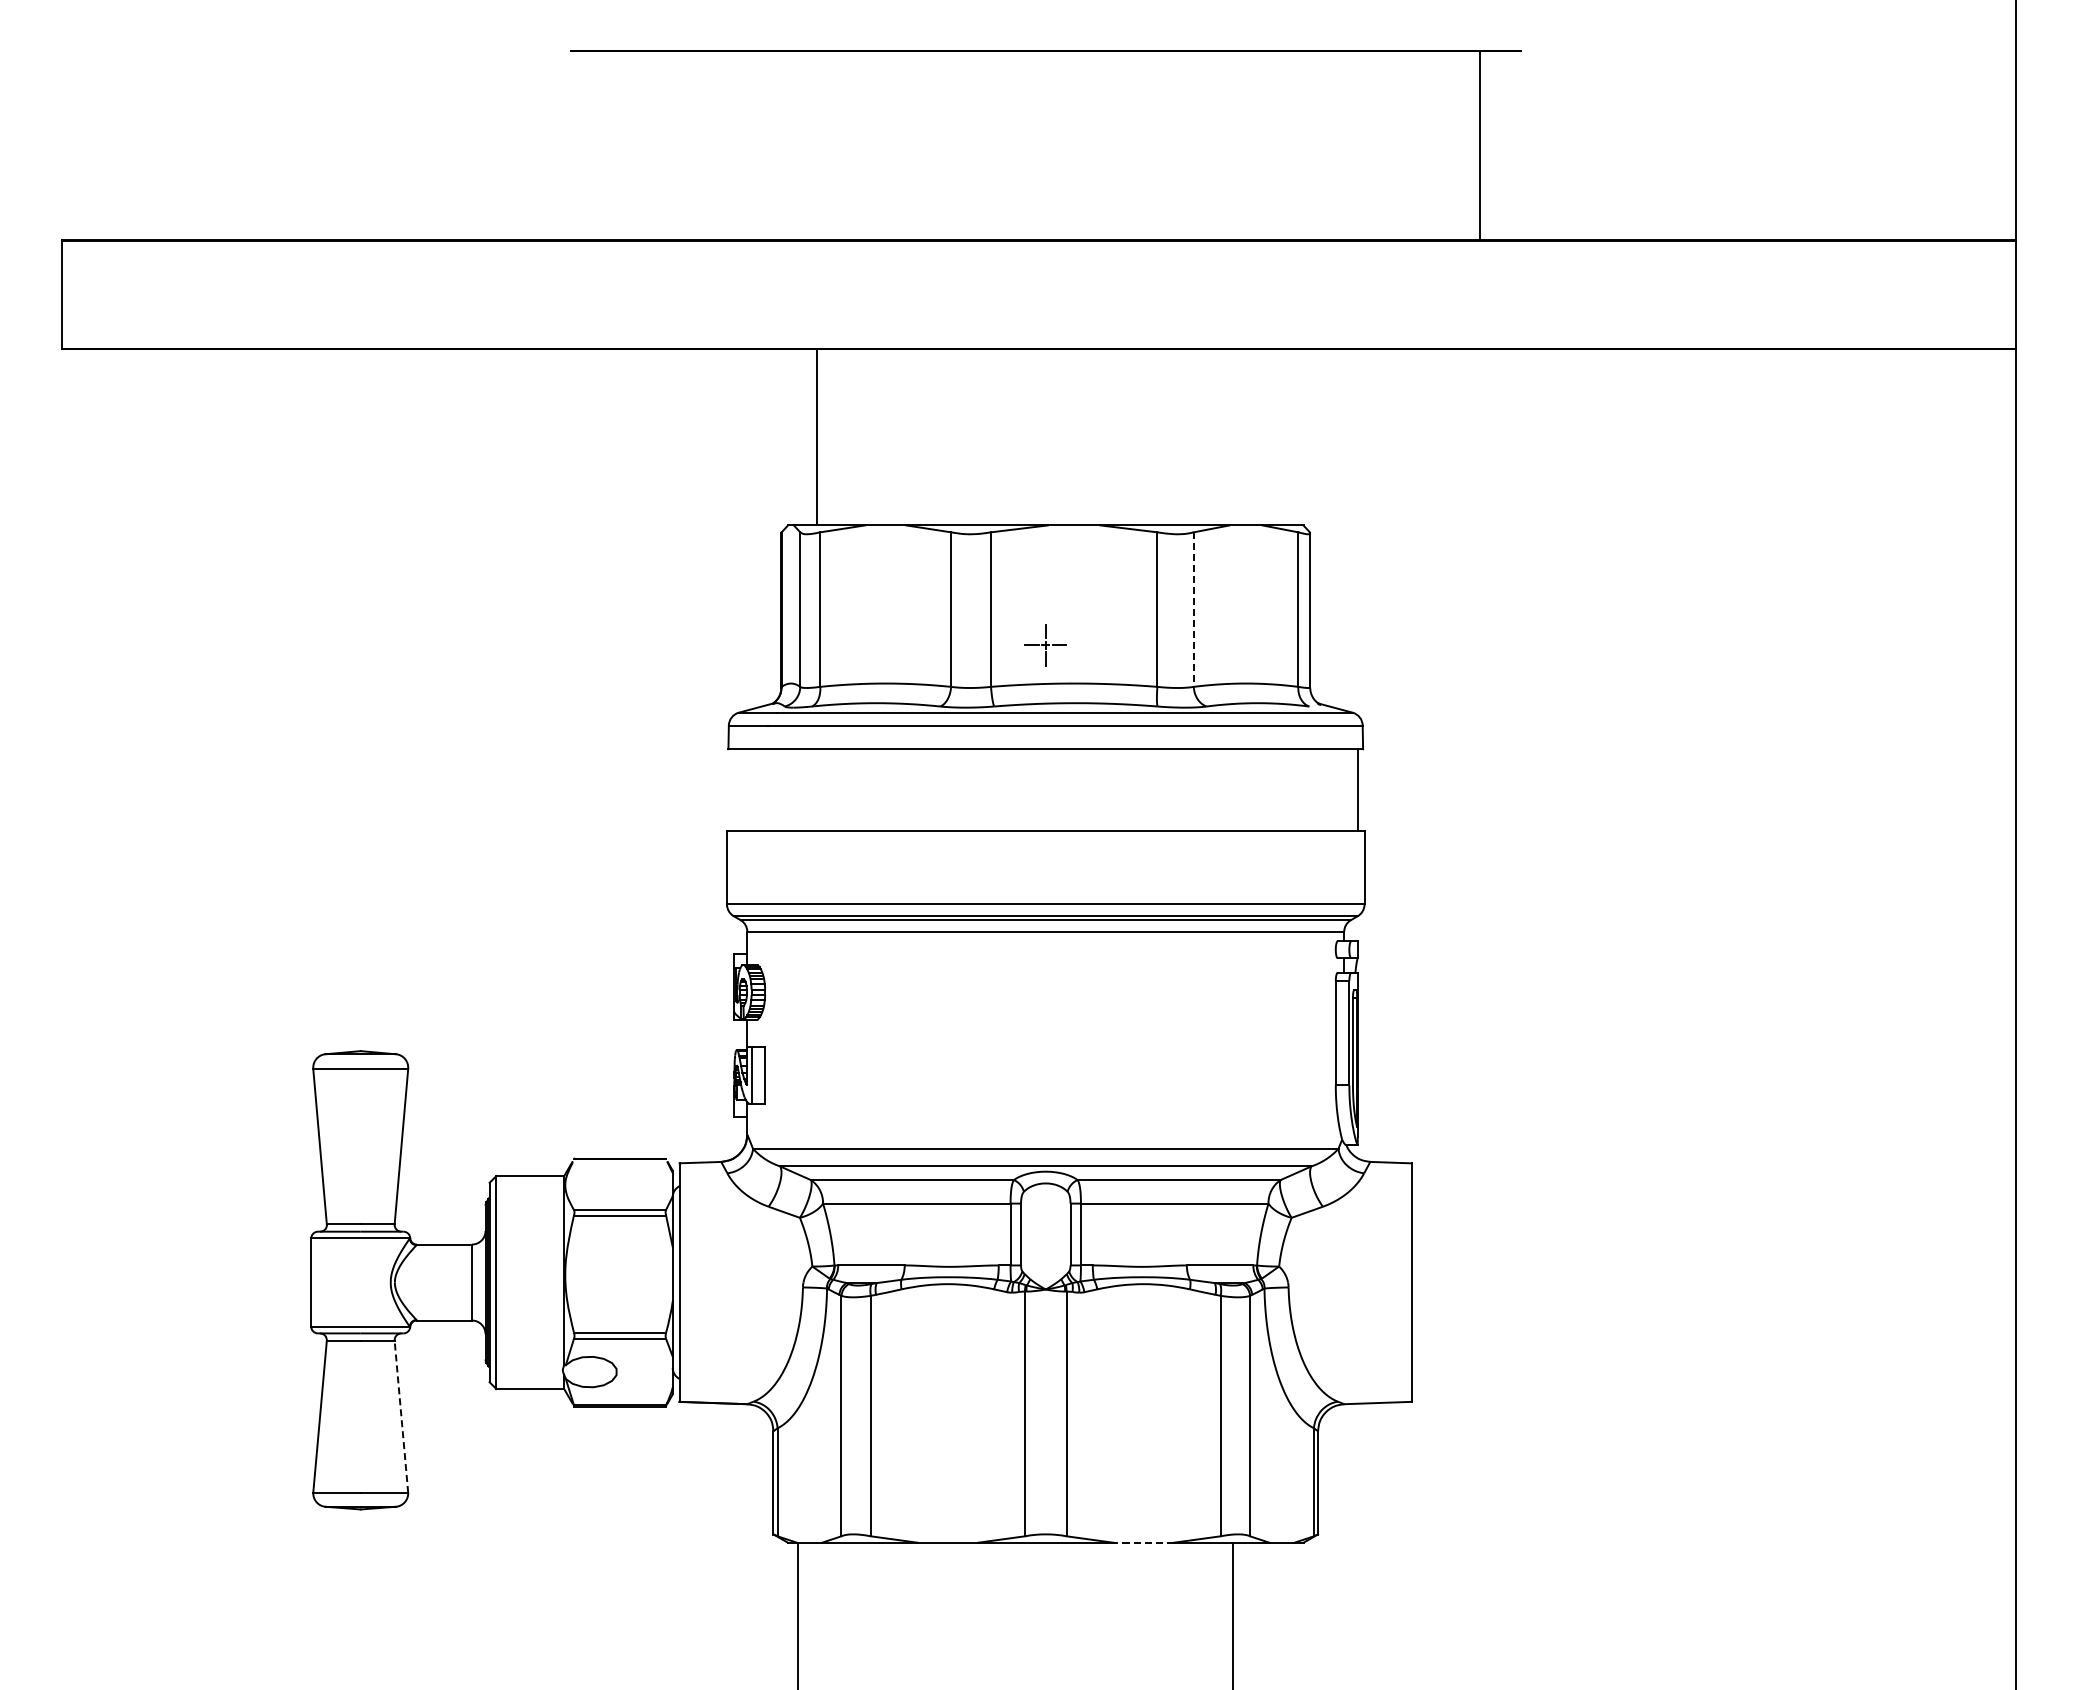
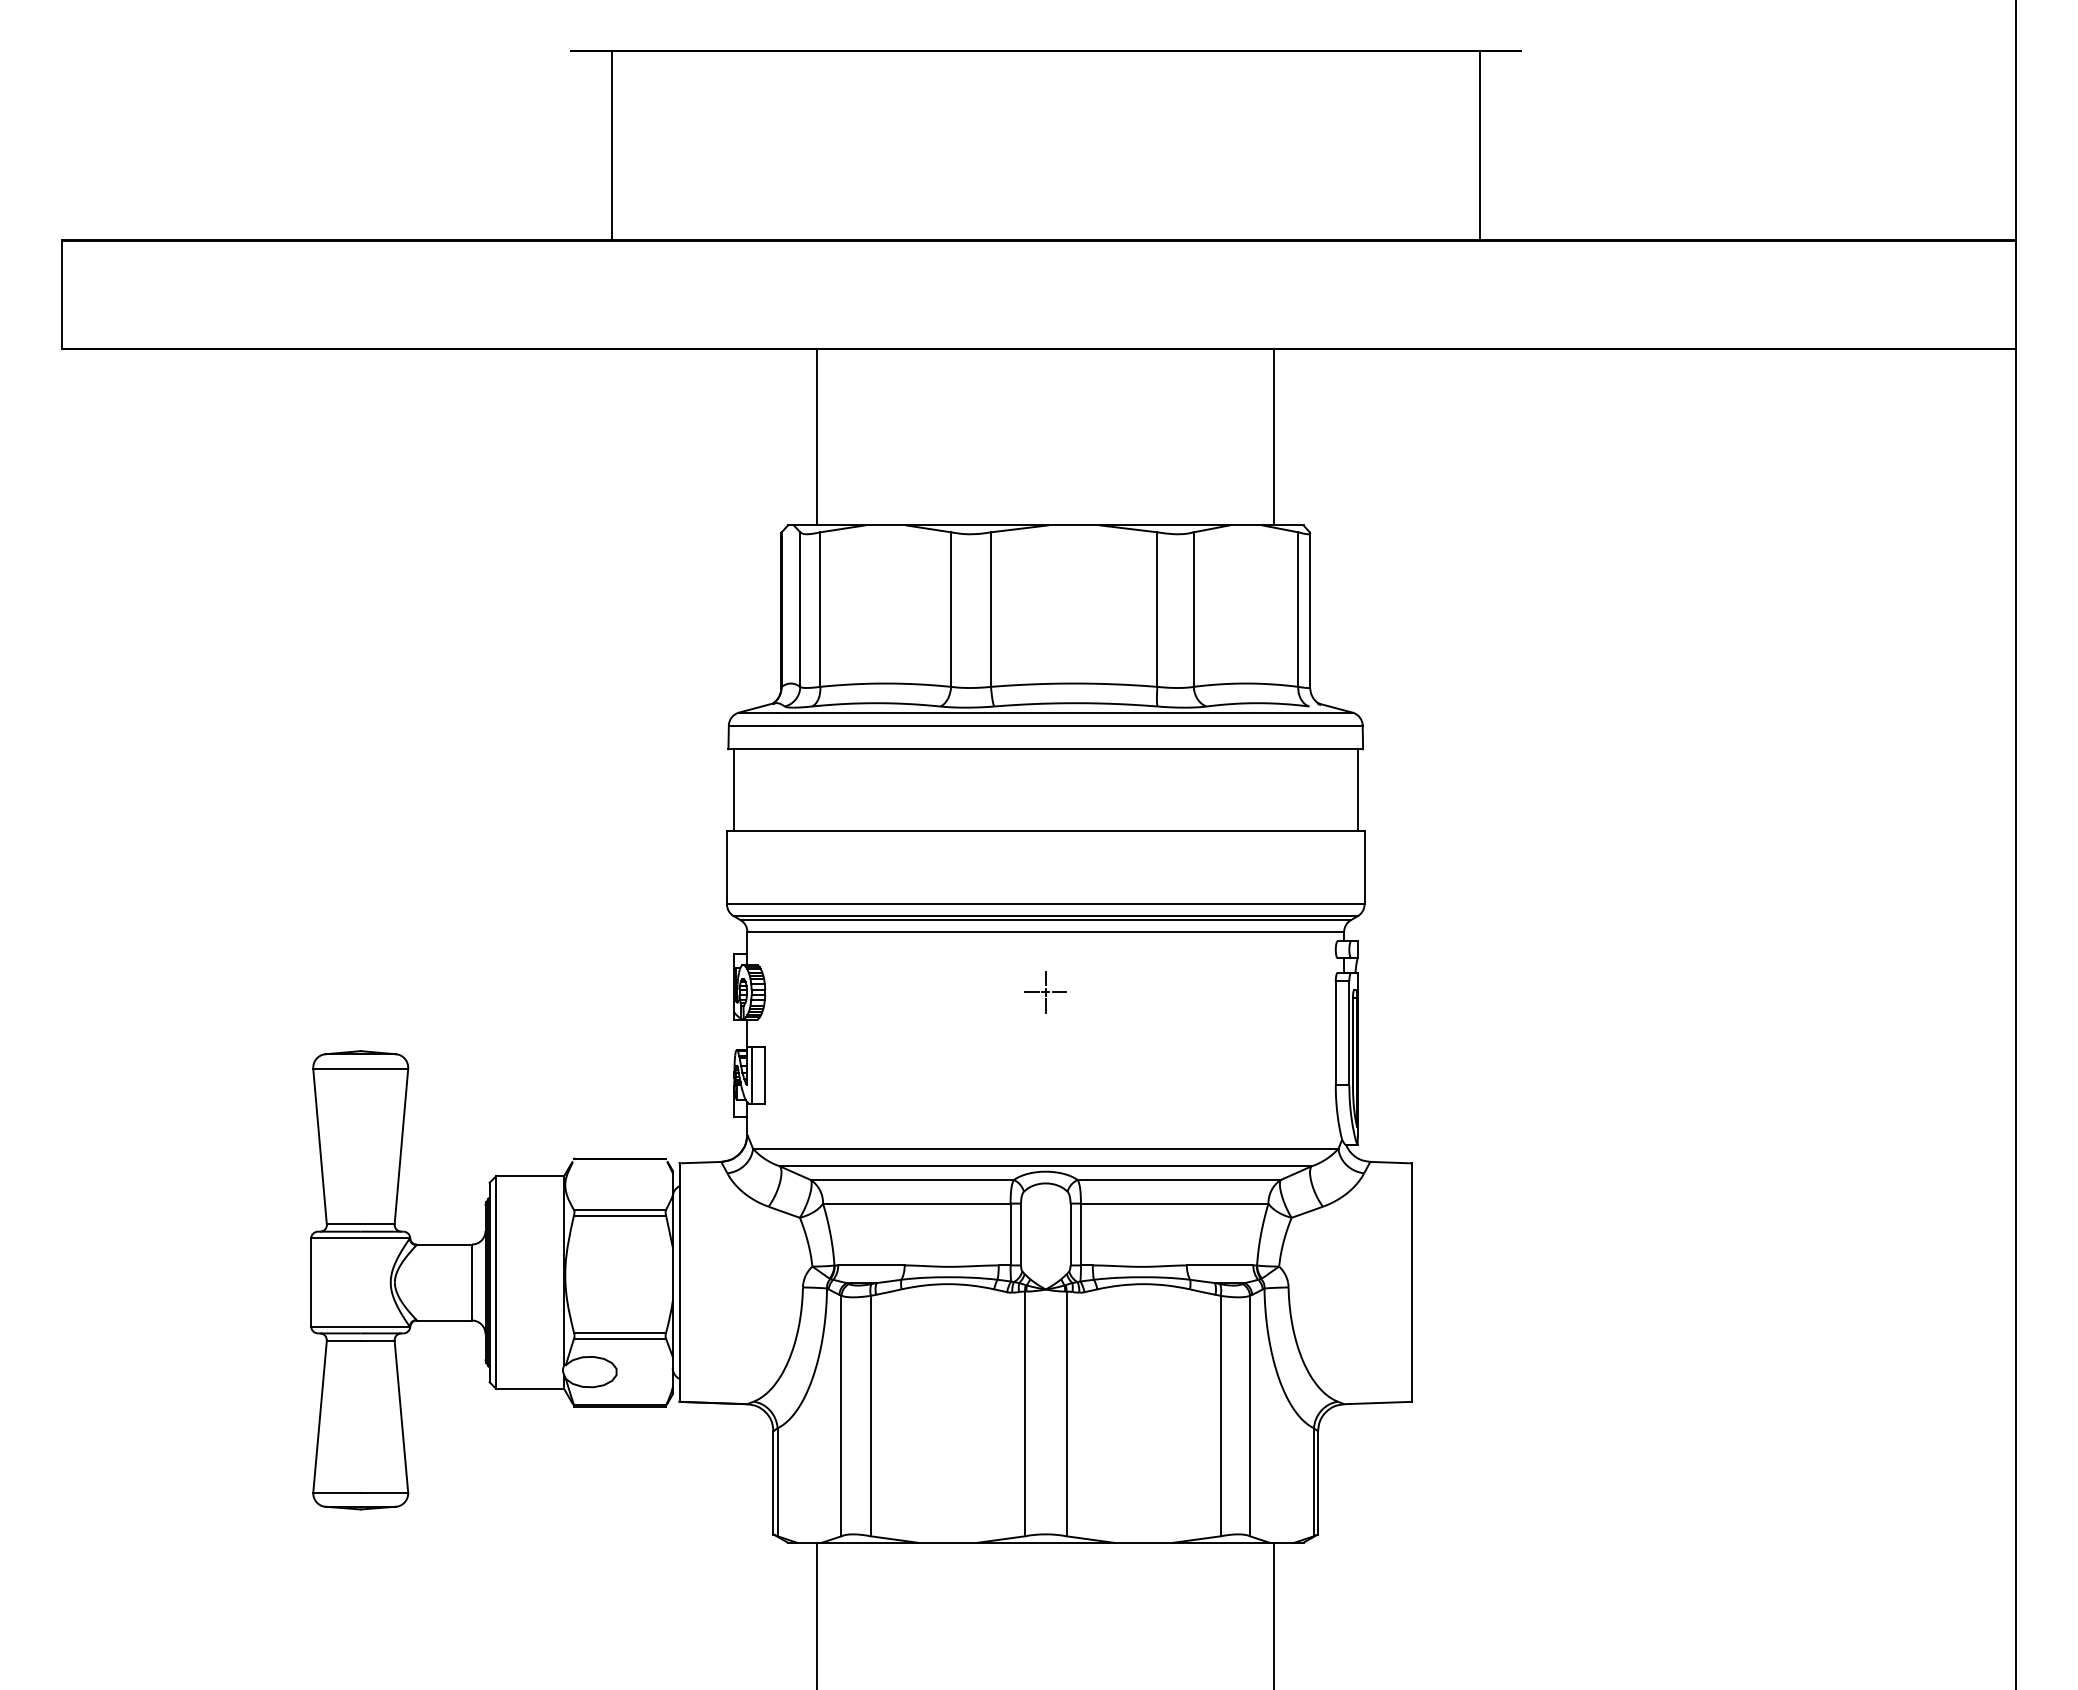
line at (611, 145): none -> present
line at (1274, 437): none -> present
line at (1193, 610): dashed -> solid
part at (1045, 645) position: (1045, 645) -> (1045, 992)
line at (733, 789): none -> present
line at (401, 1416): dashed -> solid
line at (1143, 1542): dashed -> solid
line at (798, 1614) position: (798, 1614) -> (817, 1614)
line at (1233, 1614) position: (1233, 1614) -> (1274, 1614)
